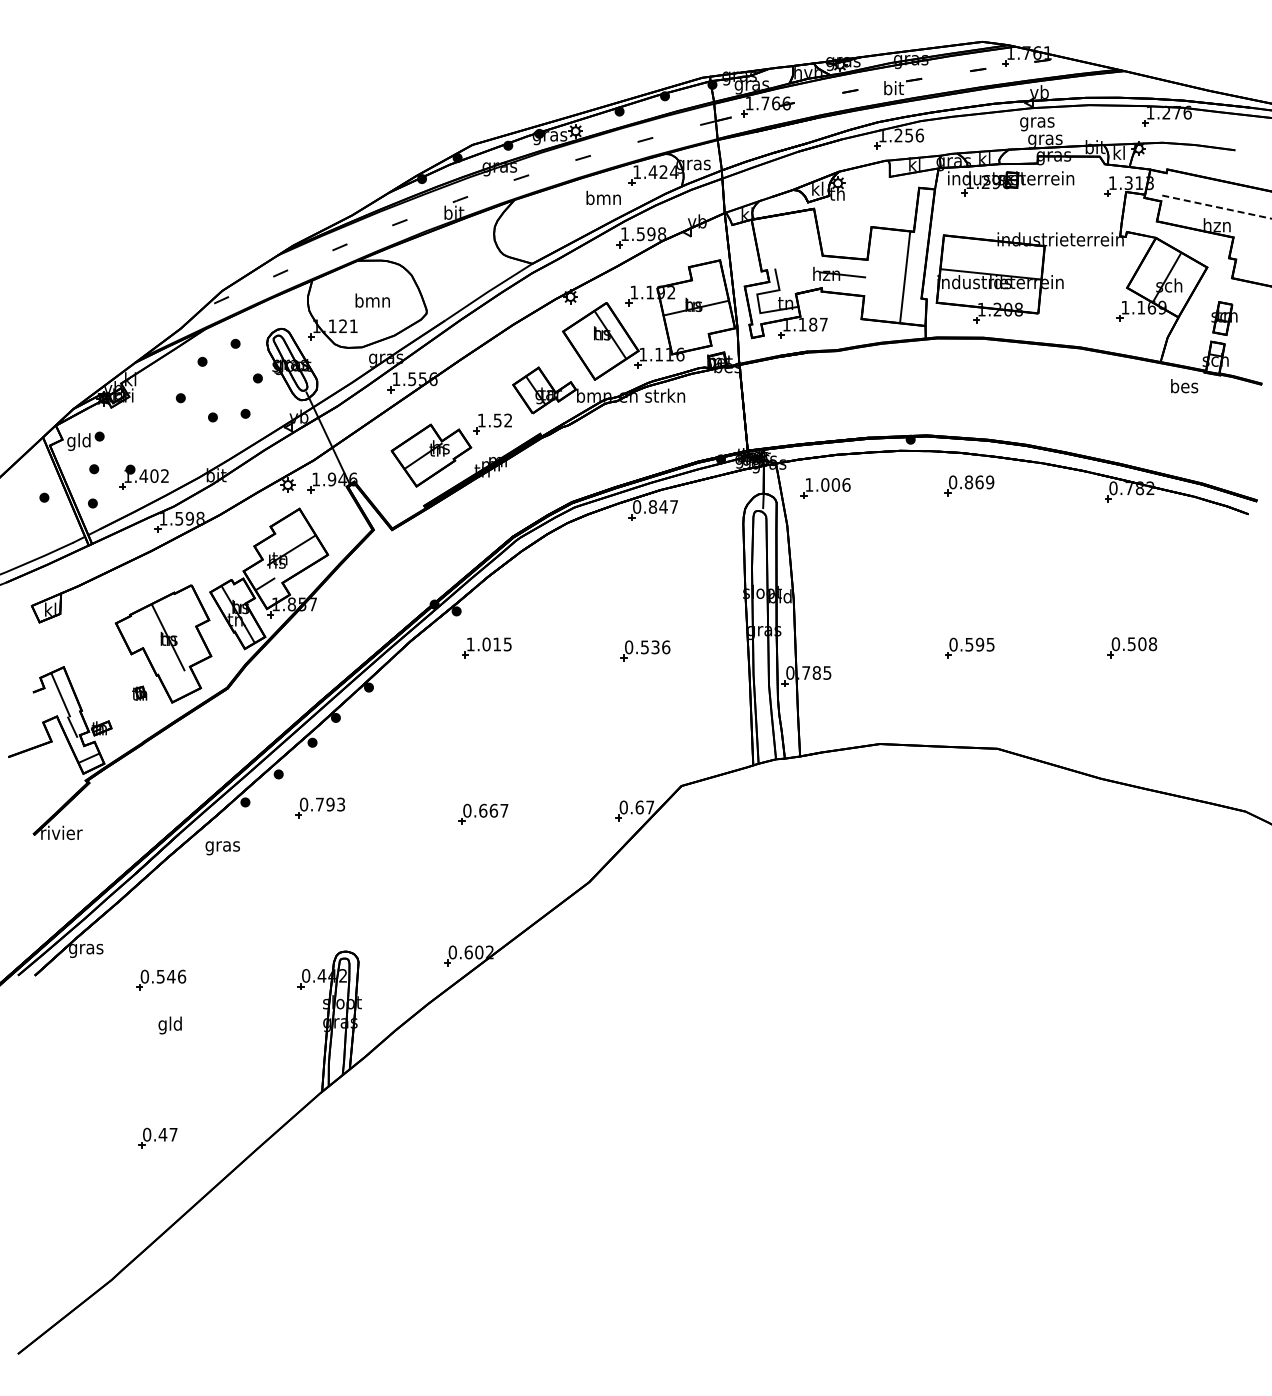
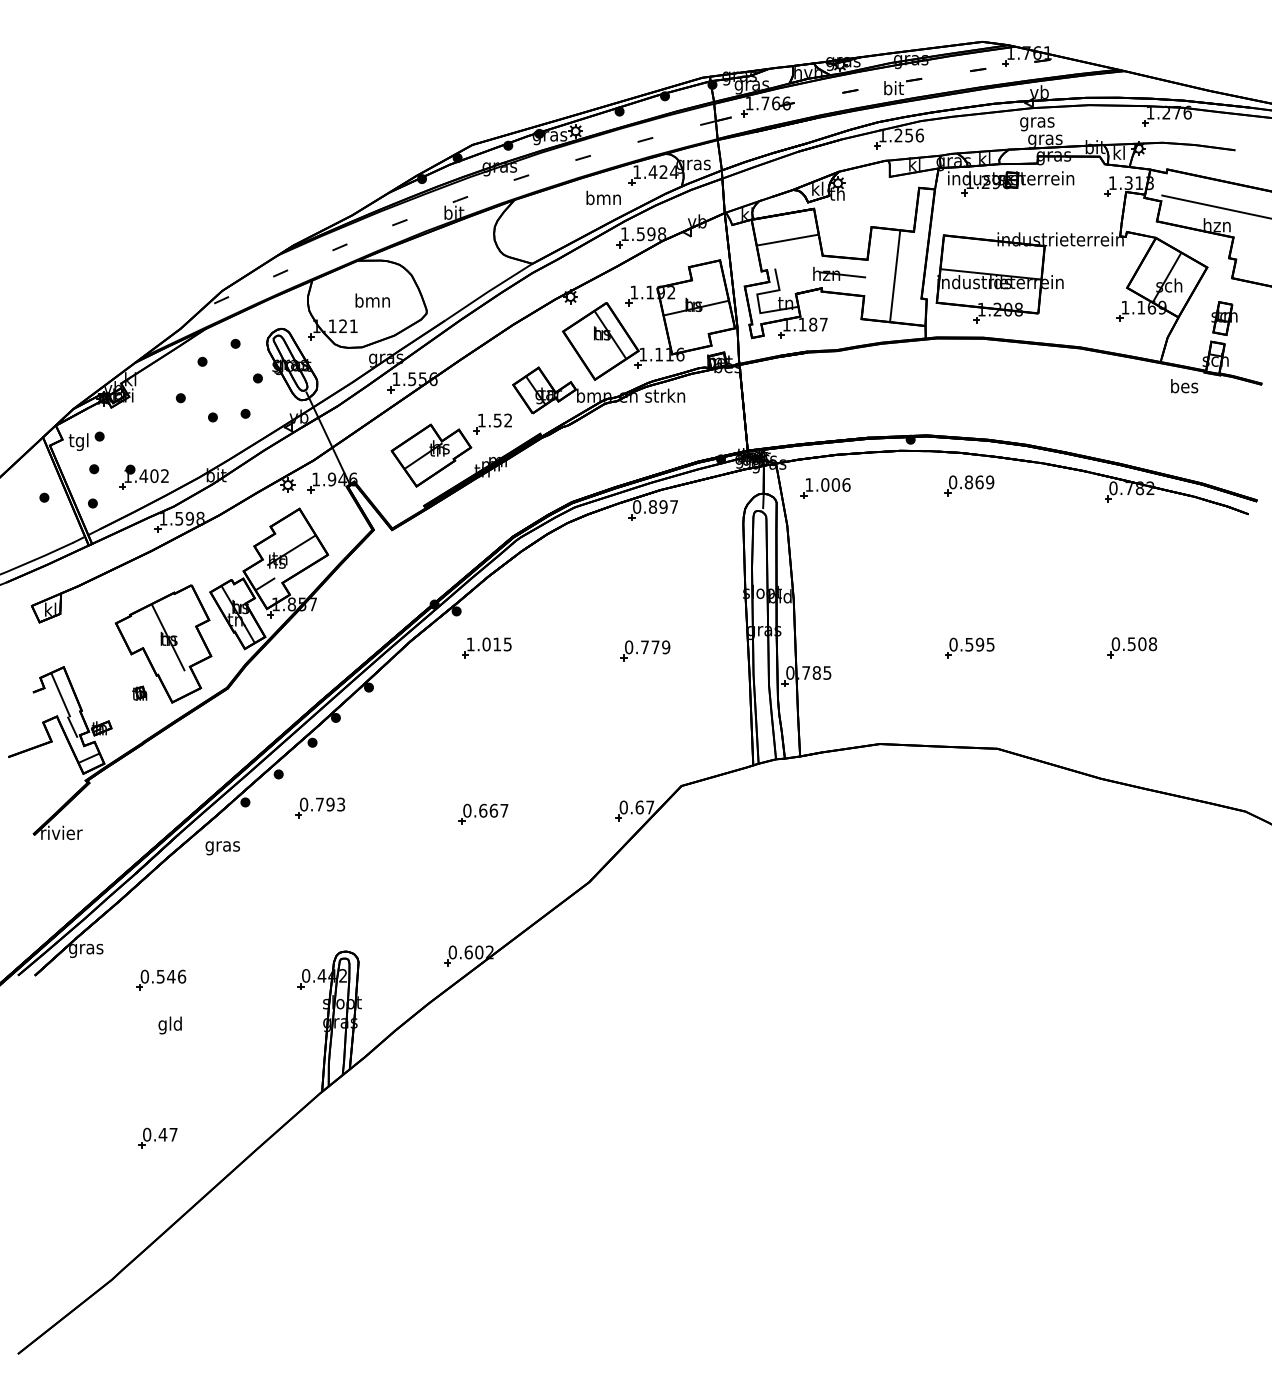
line at (1217, 207): dashed -> solid
line at (787, 239): none -> present
line at (905, 276) position: (905, 276) -> (895, 275)
text at (78, 441): gld -> tgl
text at (663, 506): 0.847 -> 0.897
text at (655, 647): 0.536 -> 0.779
